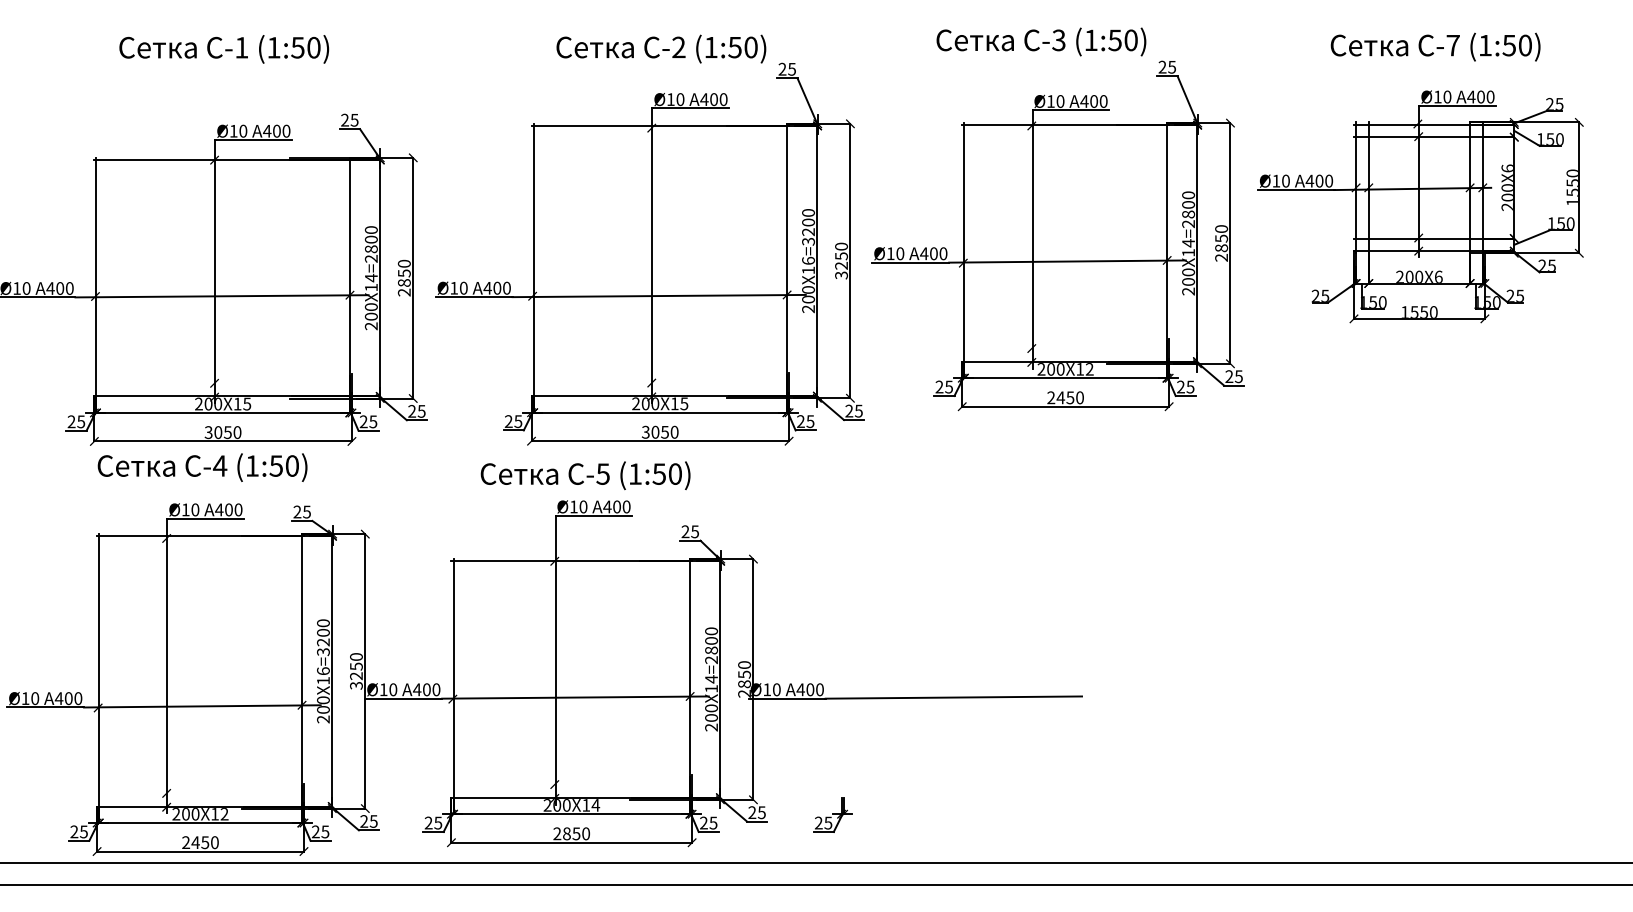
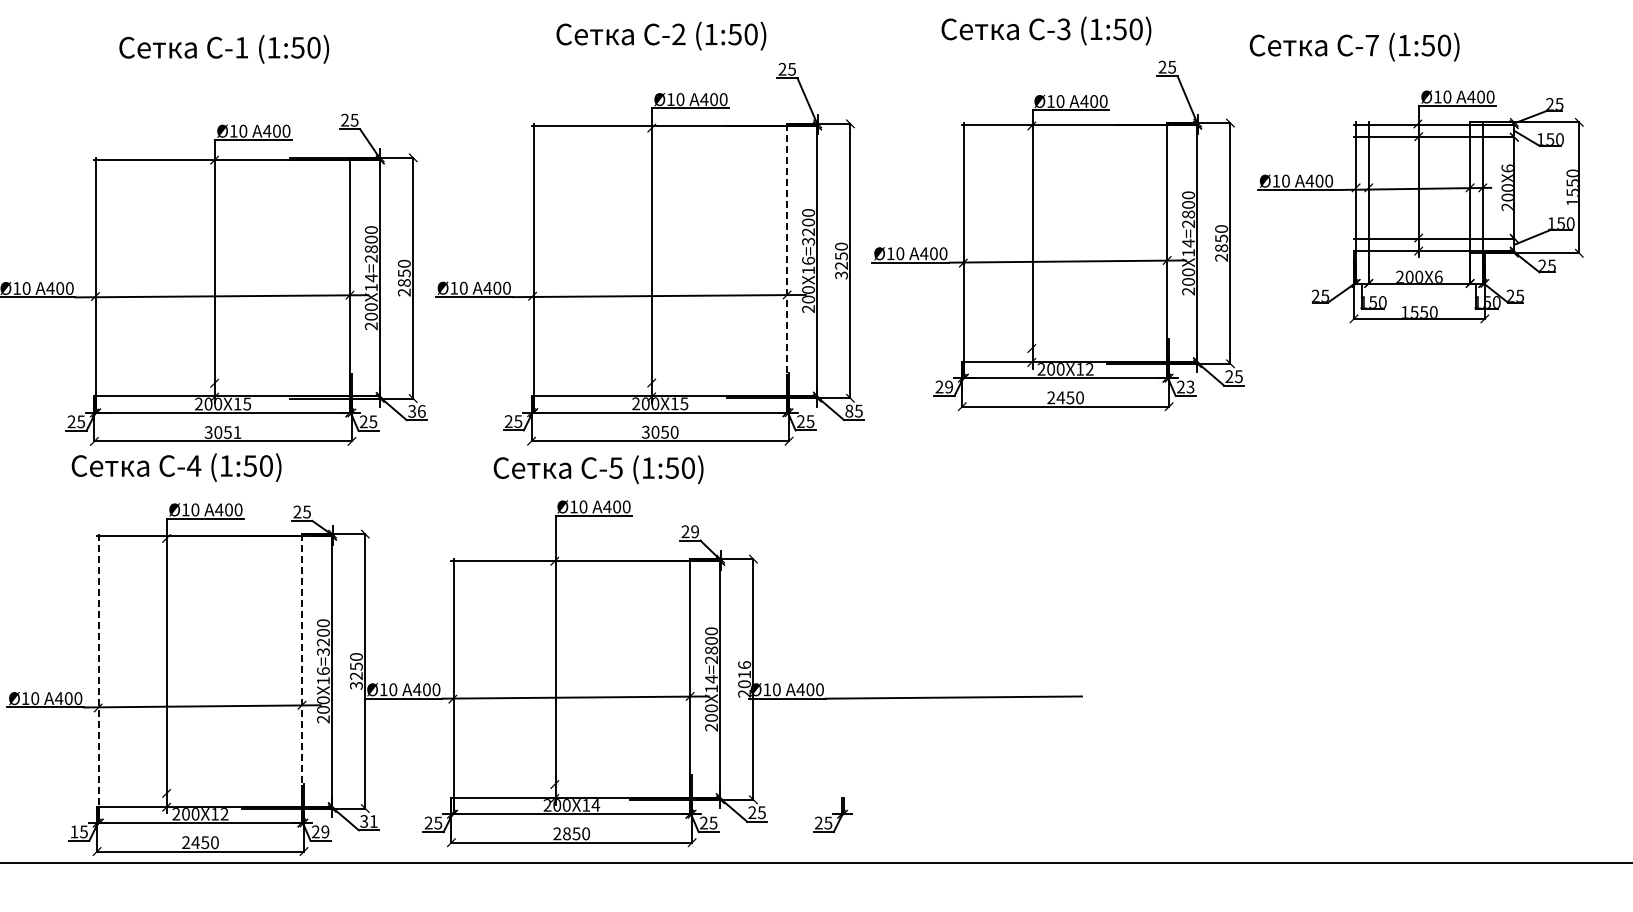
text at (1041, 41) position: (1041, 41) -> (1046, 30)
text at (1435, 46) position: (1435, 46) -> (1354, 46)
text at (661, 48) position: (661, 48) -> (661, 35)
line at (786, 261): solid -> dashed
text at (948, 386): 25 -> 29
text at (1190, 386): 25 -> 23
text at (416, 410): 25 -> 36
text at (849, 410): 25 -> 85
text at (237, 432): 3050 -> 3051
text at (202, 467) position: (202, 467) -> (176, 467)
text at (585, 475) position: (585, 475) -> (598, 469)
text at (694, 531): 25 -> 29
line at (99, 671): solid -> dashed
line at (301, 671): solid -> dashed
text at (744, 674): 2850 -> 2016
text at (368, 821): 25 -> 31
text at (74, 831): 25 -> 15
text at (325, 831): 25 -> 29
line at (815, 884): present -> none
